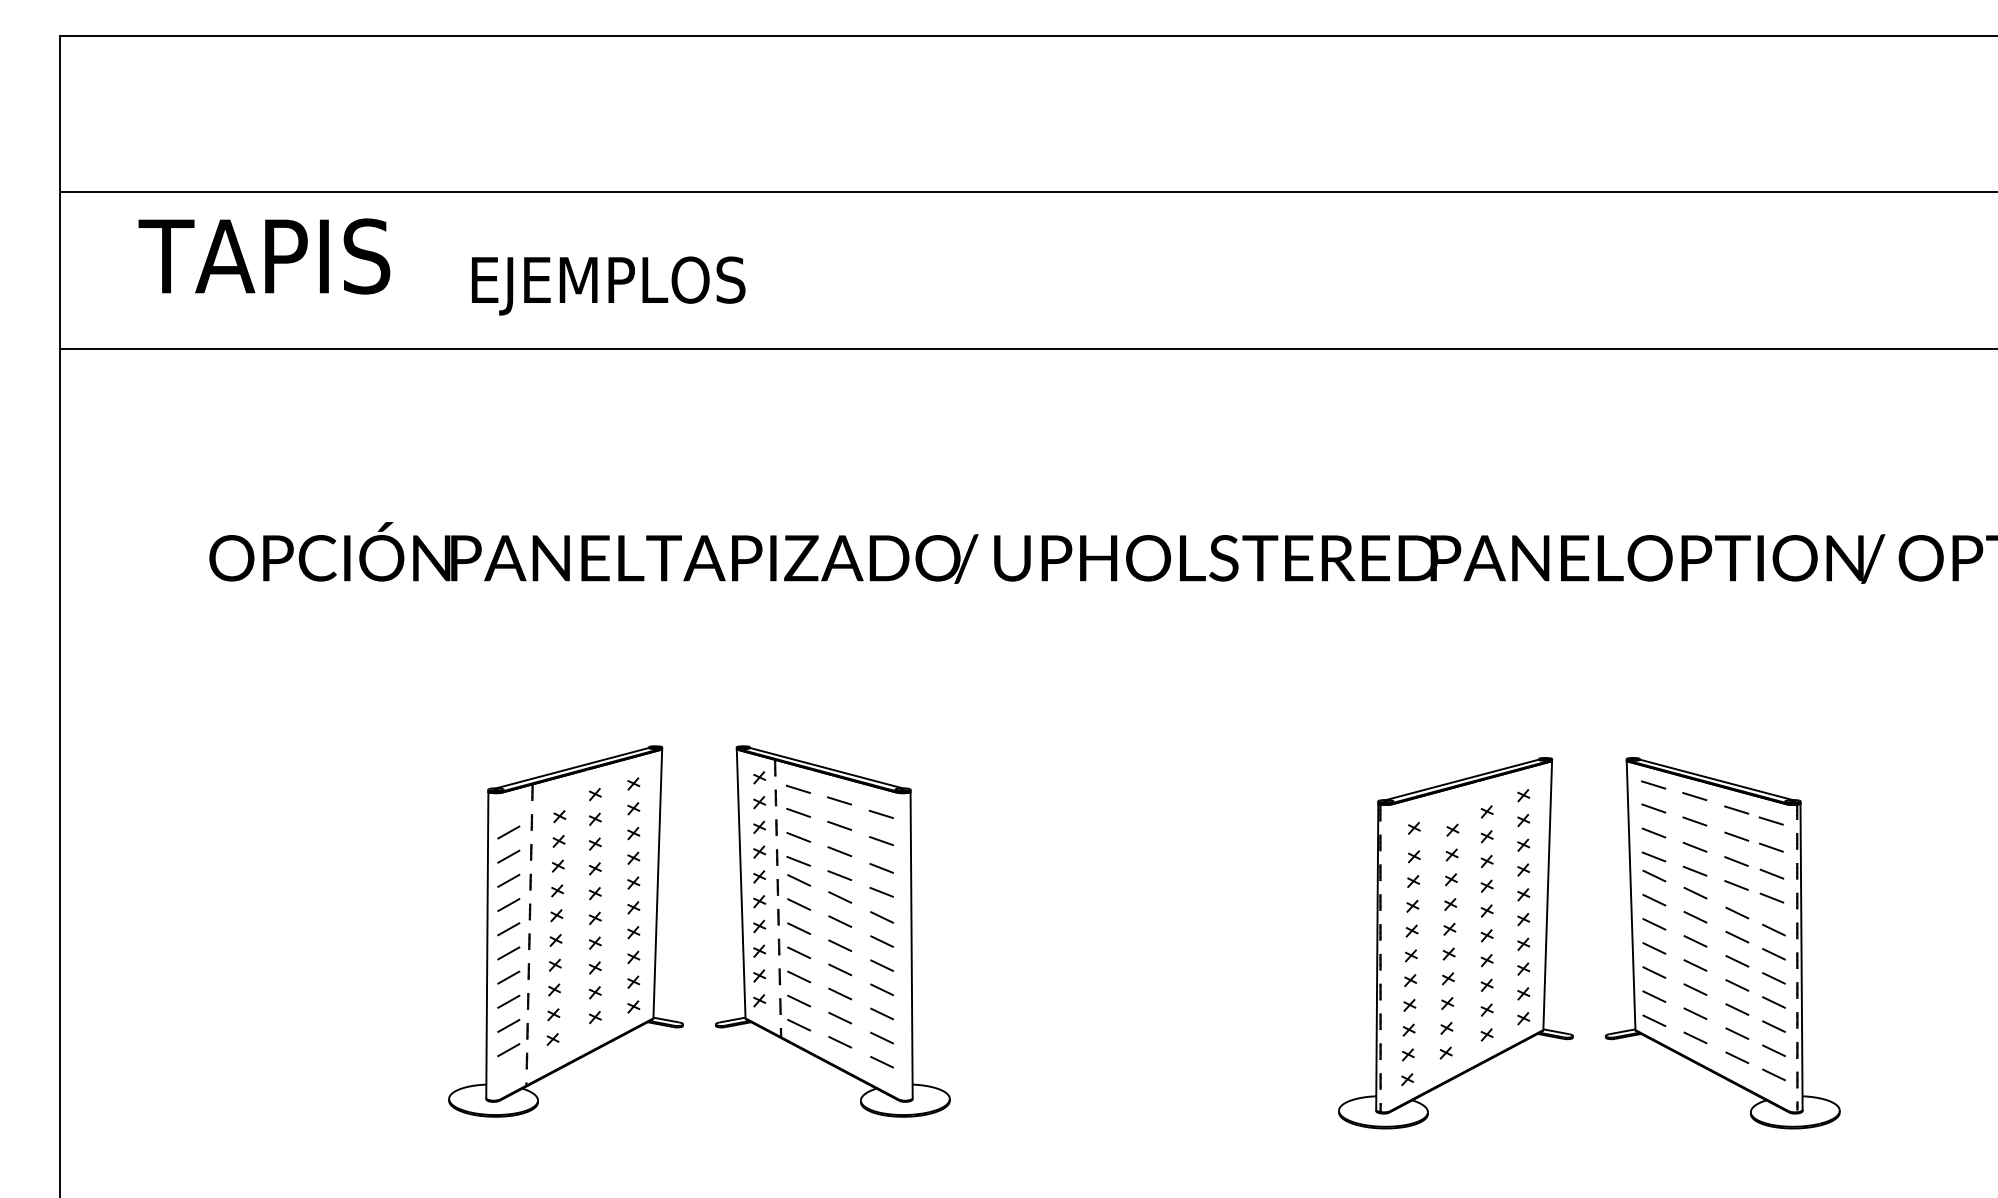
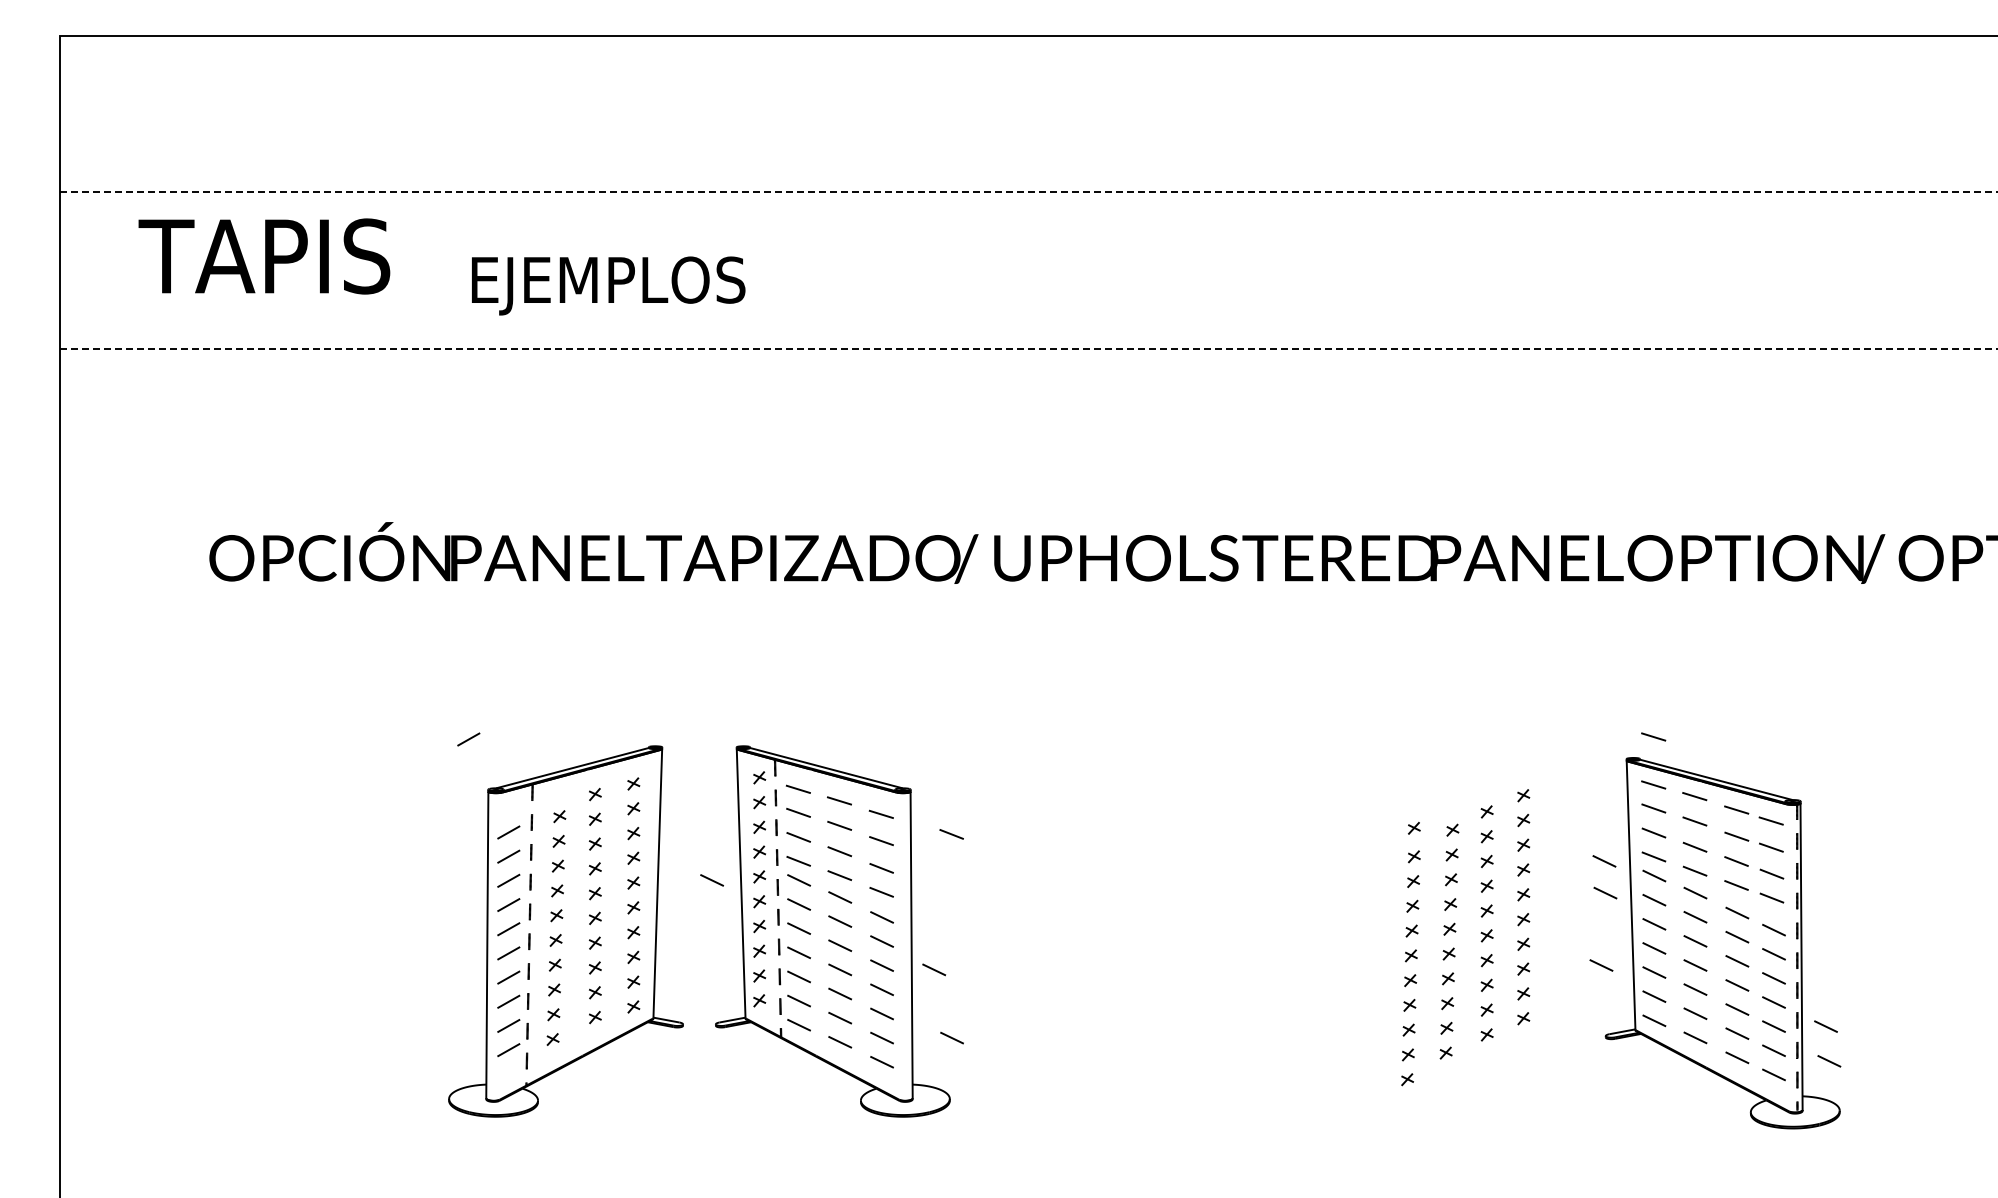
line at (1028, 191): solid -> dashed
line at (1028, 348): solid -> dashed
line at (1653, 736): none -> present
line at (468, 739): none -> present
line at (951, 834): none -> present
line at (1604, 861): none -> present
line at (711, 880): none -> present
line at (1605, 892): none -> present
part at (1455, 943): present -> none
line at (1601, 965): none -> present
line at (934, 969): none -> present
line at (1825, 1026): none -> present
line at (951, 1037): none -> present
line at (1829, 1061): none -> present
